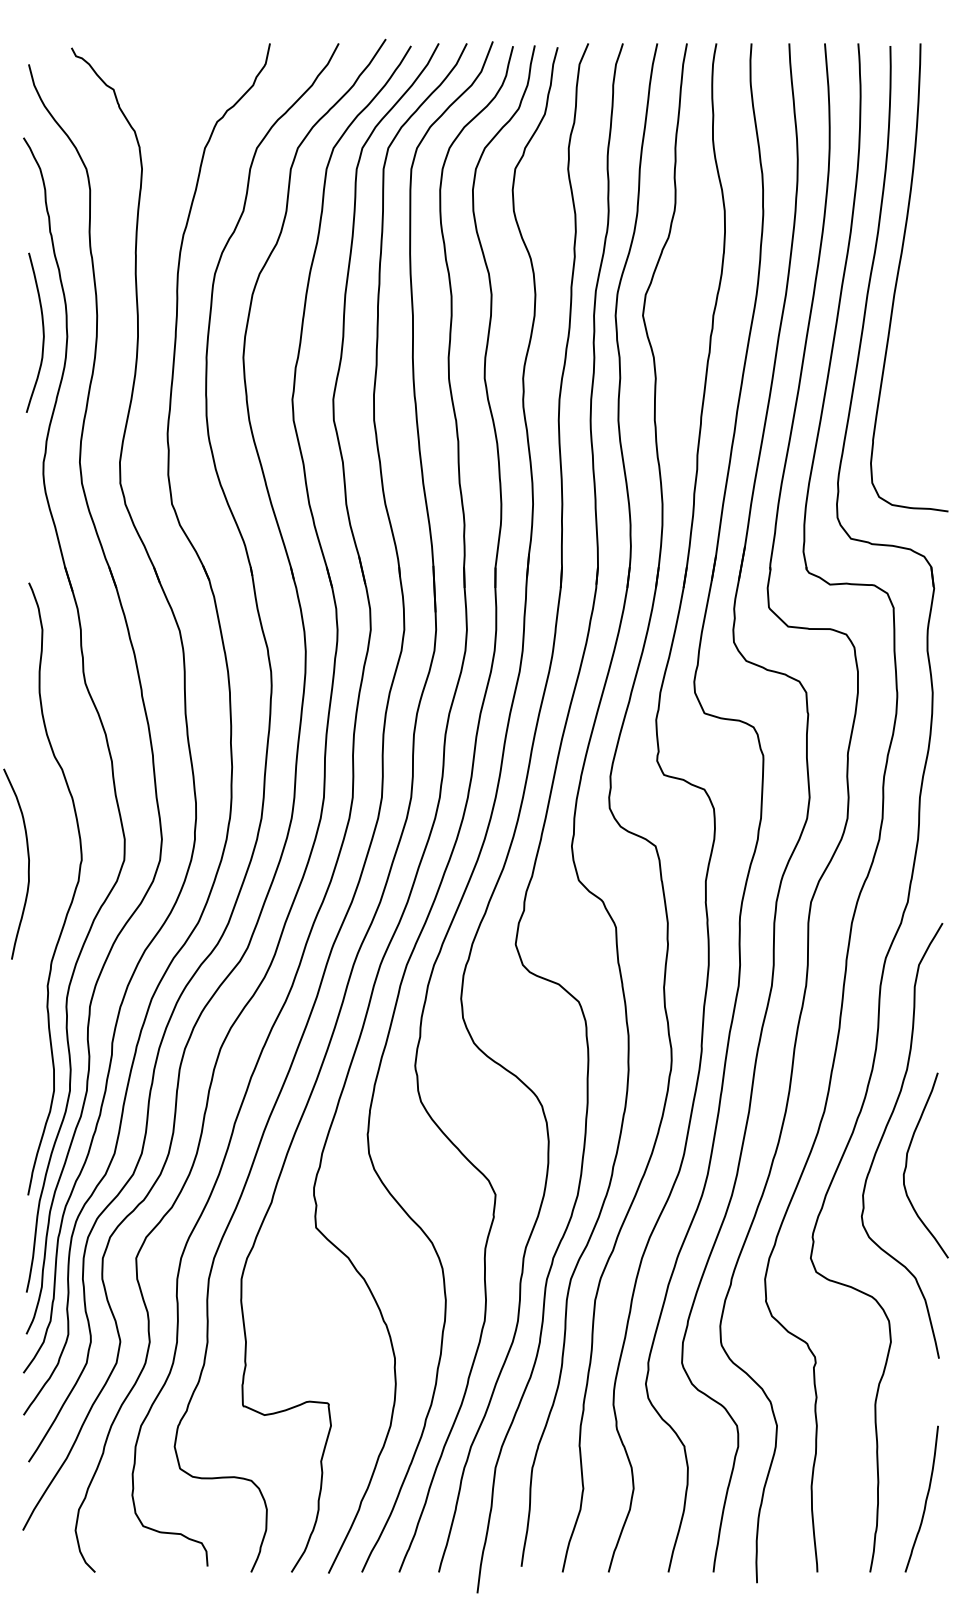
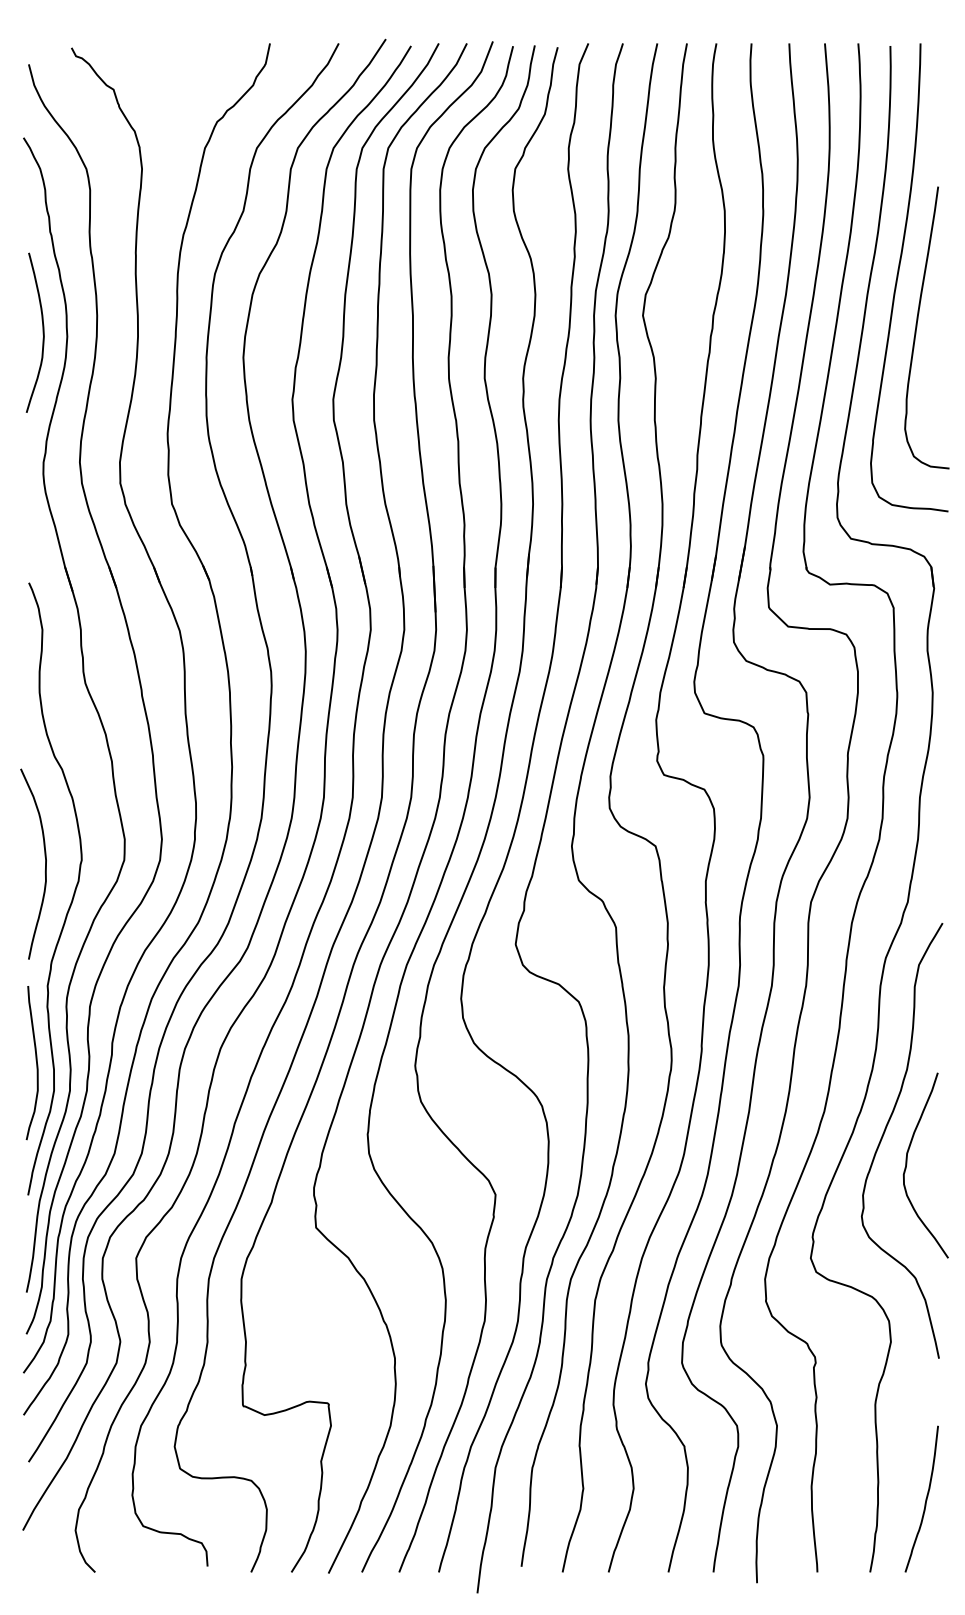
curve at (917, 327): none -> present
curve at (28, 863) position: (28, 863) -> (45, 863)
curve at (35, 1060): none -> present
